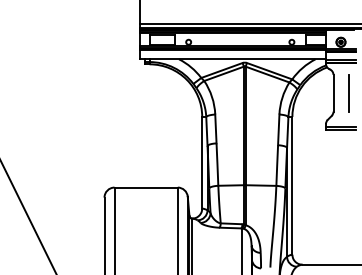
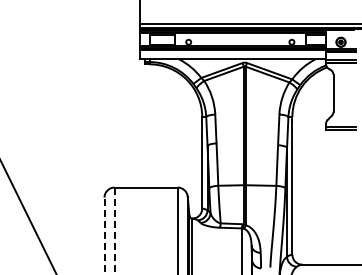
line at (348, 93): present -> none
line at (114, 231): solid -> dashed
line at (104, 235): solid -> dashed
